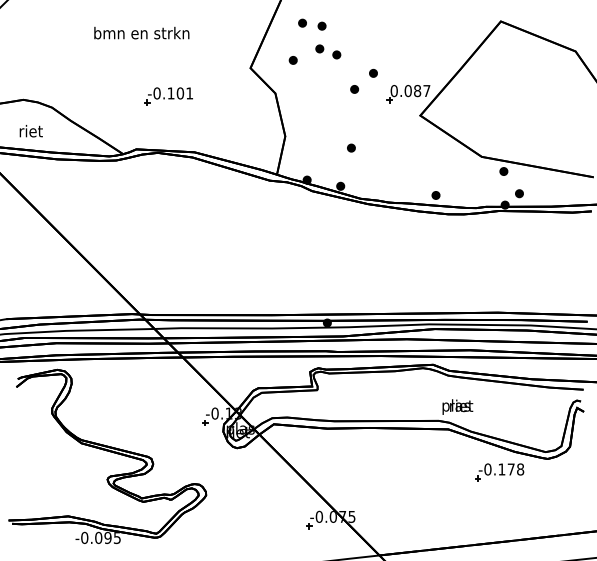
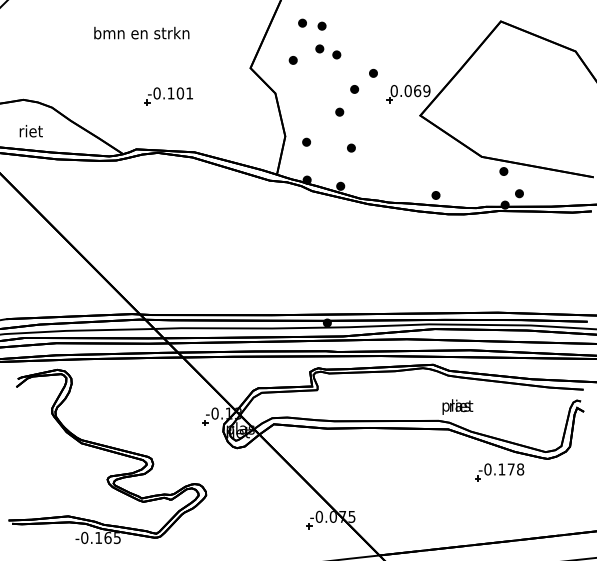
text at (422, 91): 0.087 -> 0.069
part at (339, 111): none -> present
part at (306, 141): none -> present
text at (103, 537): -0.095 -> -0.165
